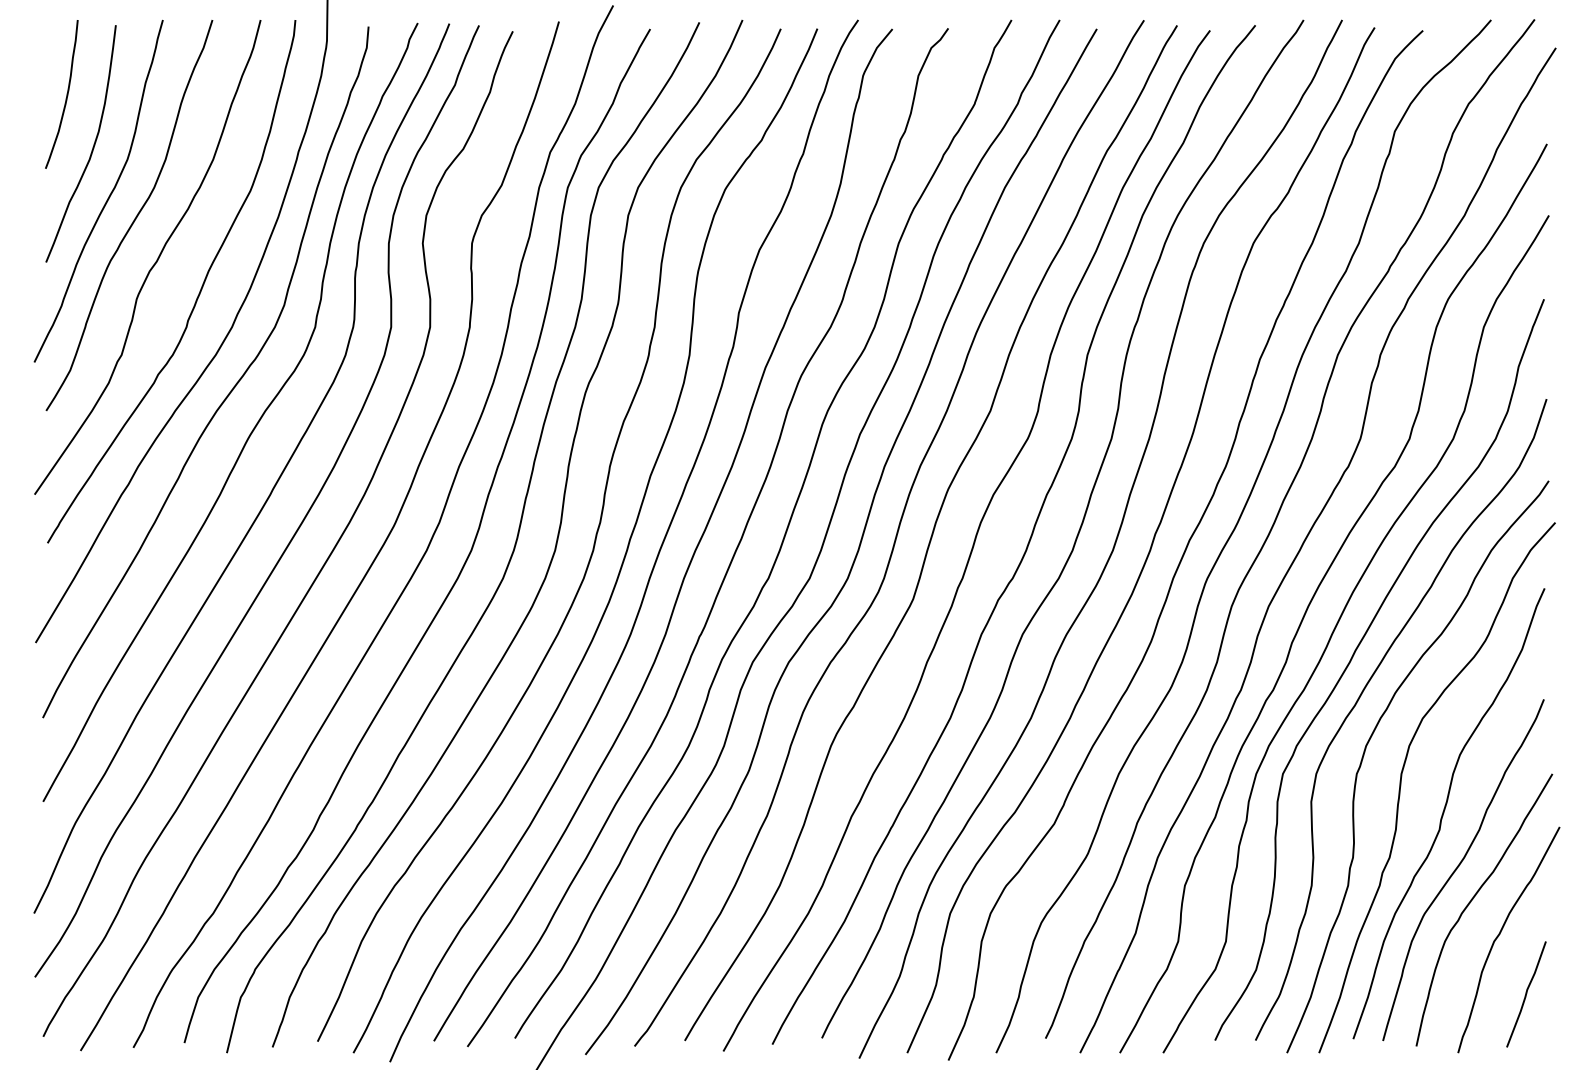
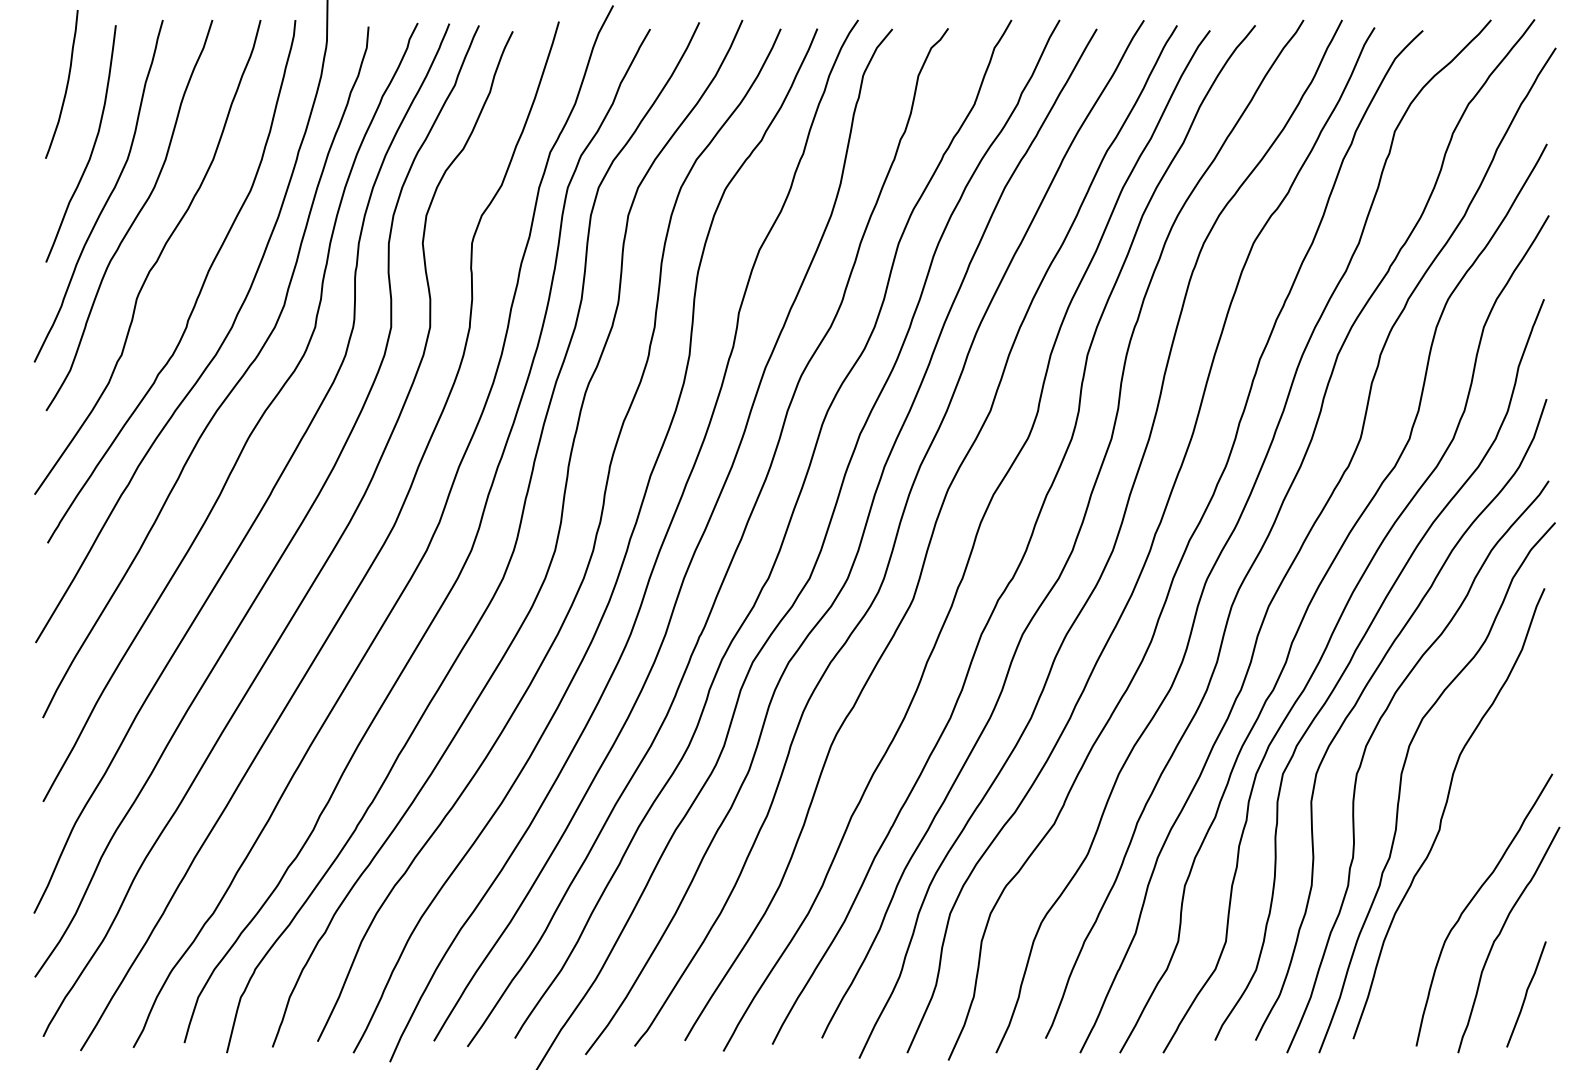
curve at (66, 94) position: (66, 94) -> (66, 84)
curve at (1459, 866): present -> none
